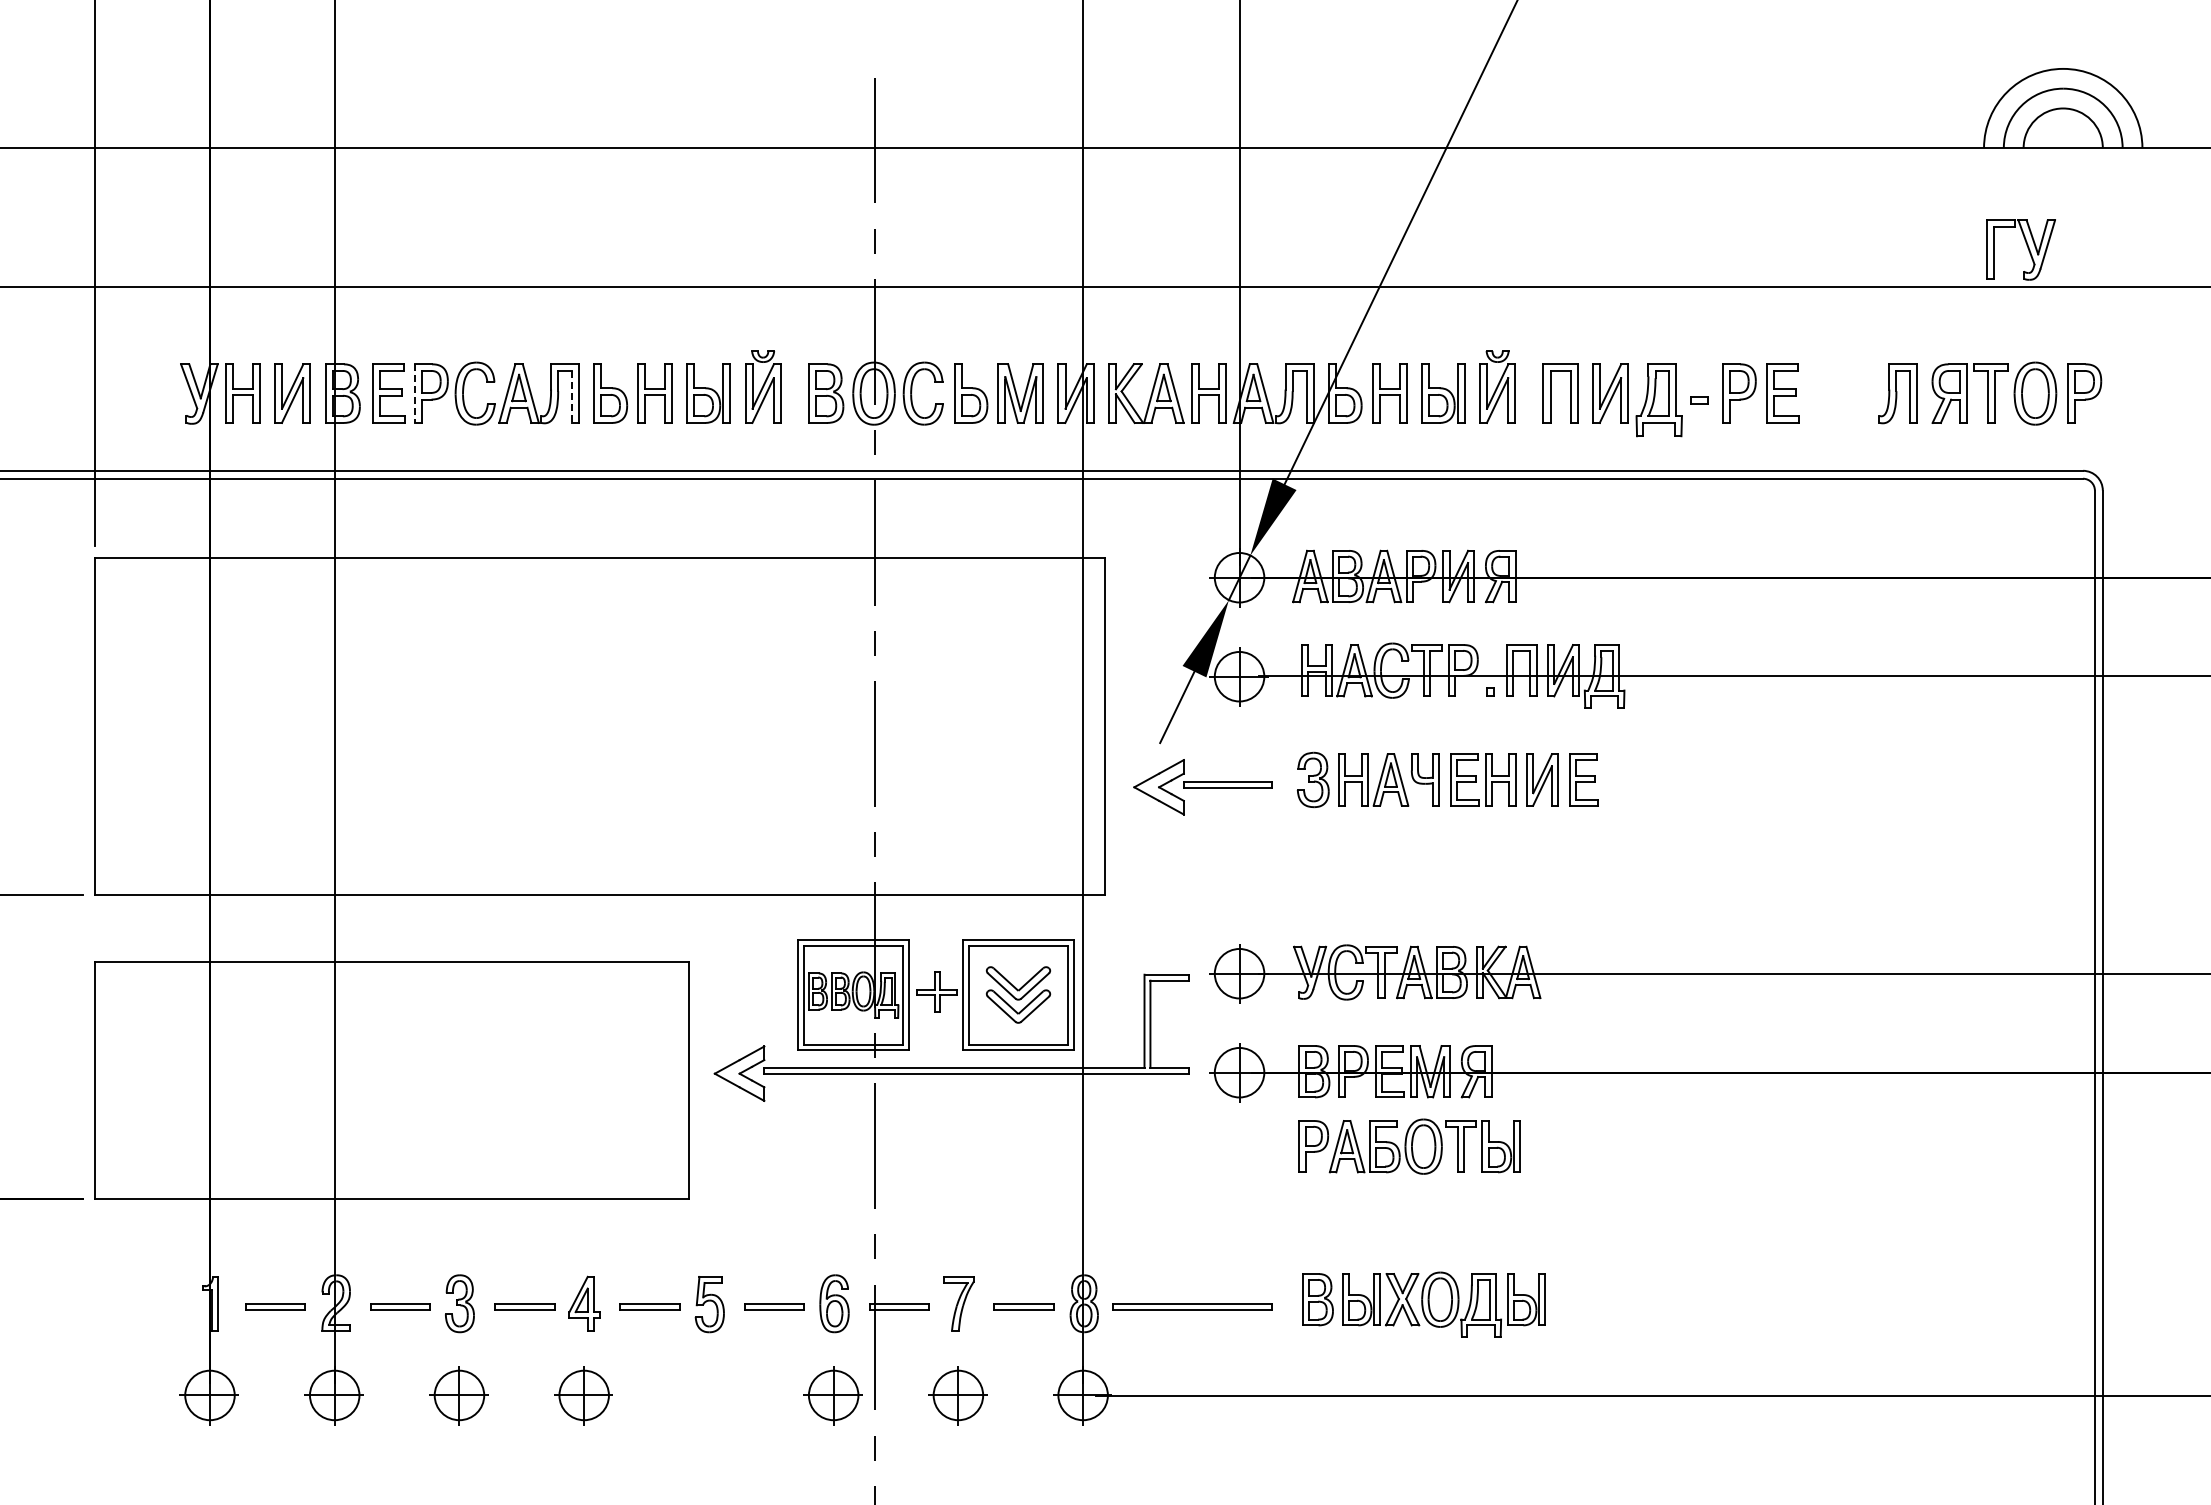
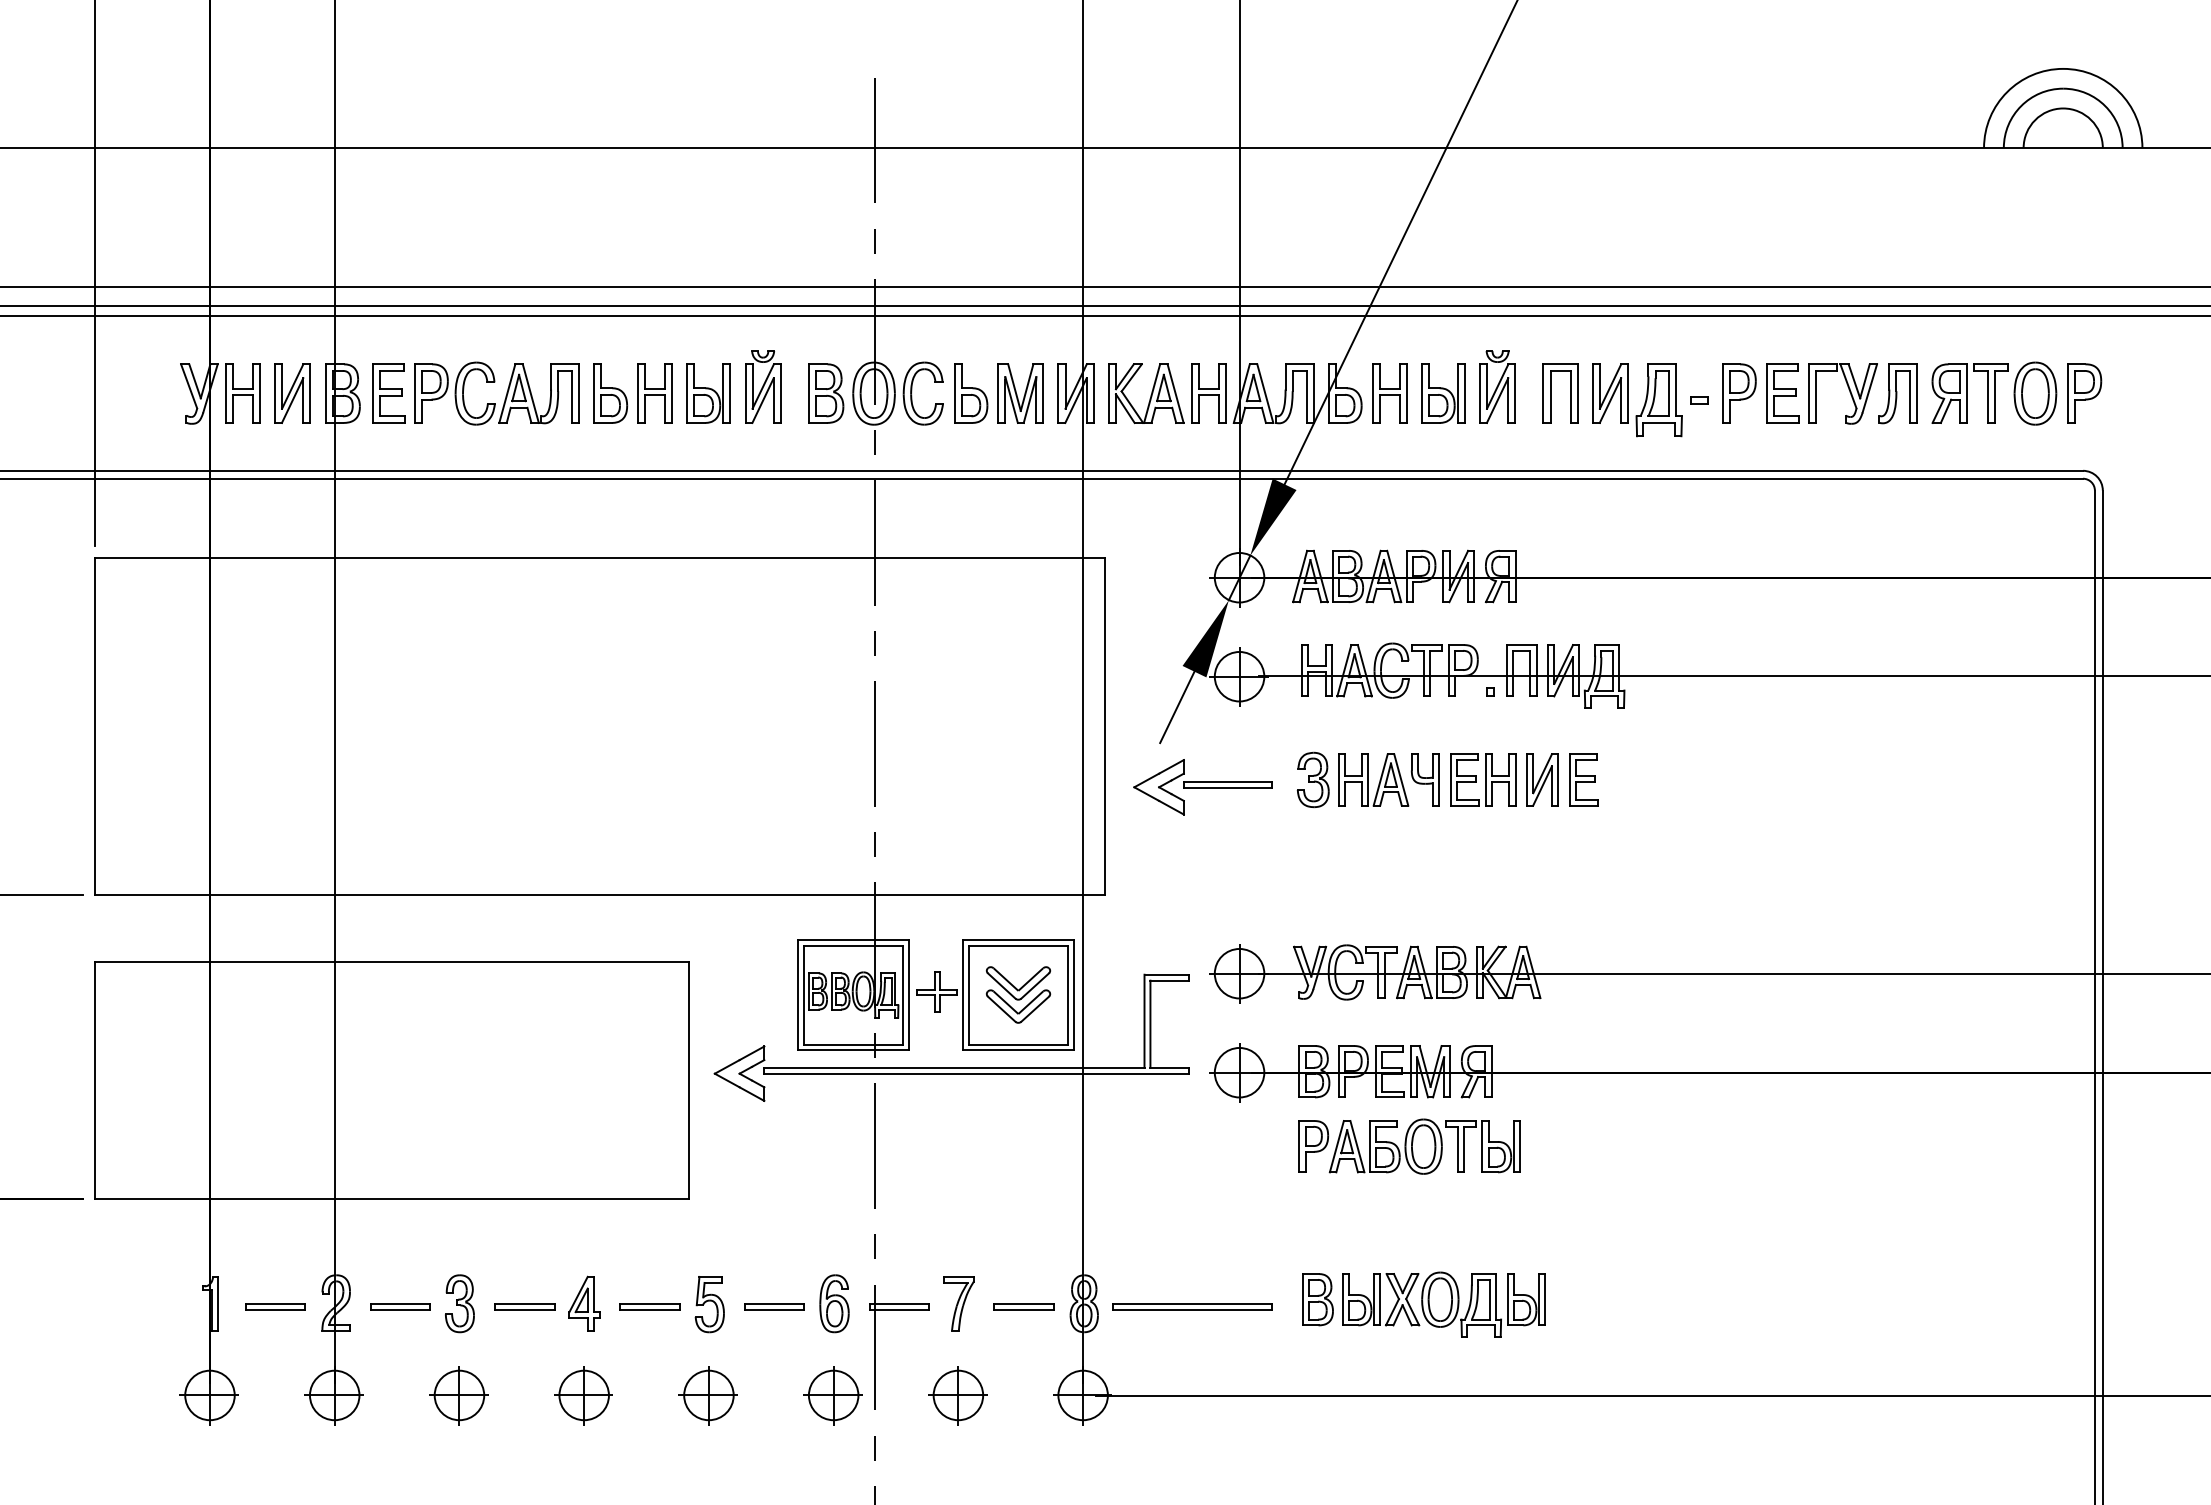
part at (2027, 248) position: (2027, 248) -> (1849, 392)
line at (1104, 306): none -> present
line at (1104, 316): none -> present
line at (414, 394): dashed -> solid
line at (572, 397): dashed -> solid
part at (707, 1395): none -> present
